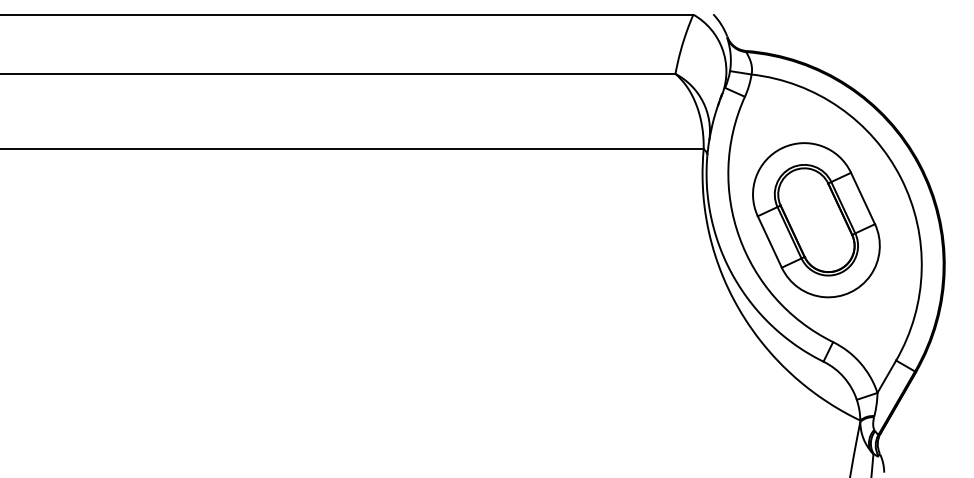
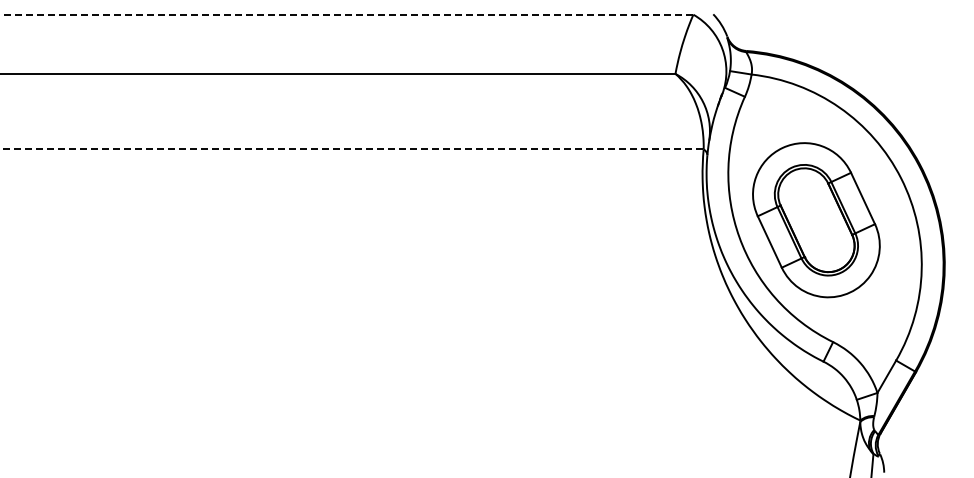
line at (347, 14): solid -> dashed
line at (352, 149): solid -> dashed
